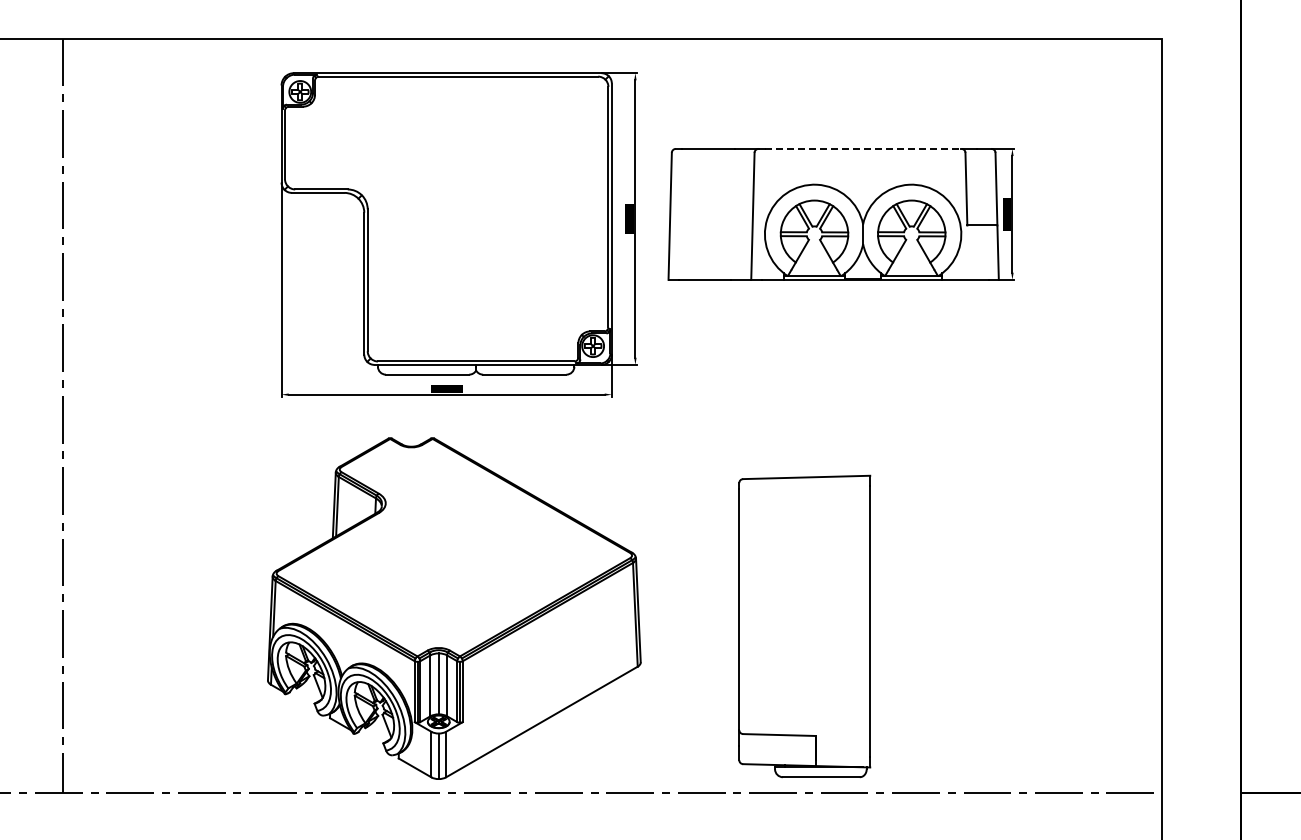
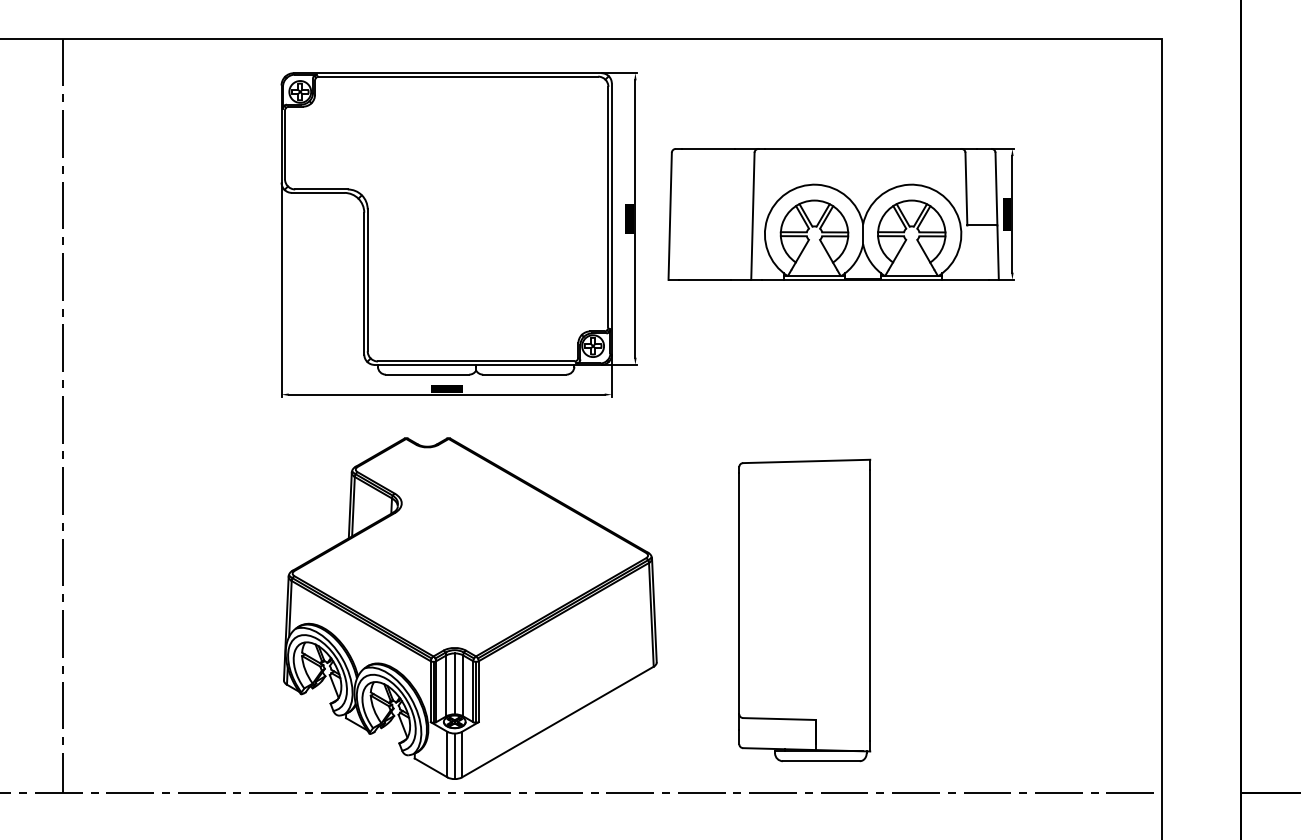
line at (863, 148): dashed -> solid
part at (454, 608) position: (454, 608) -> (470, 608)
part at (804, 626) position: (804, 626) -> (804, 610)
